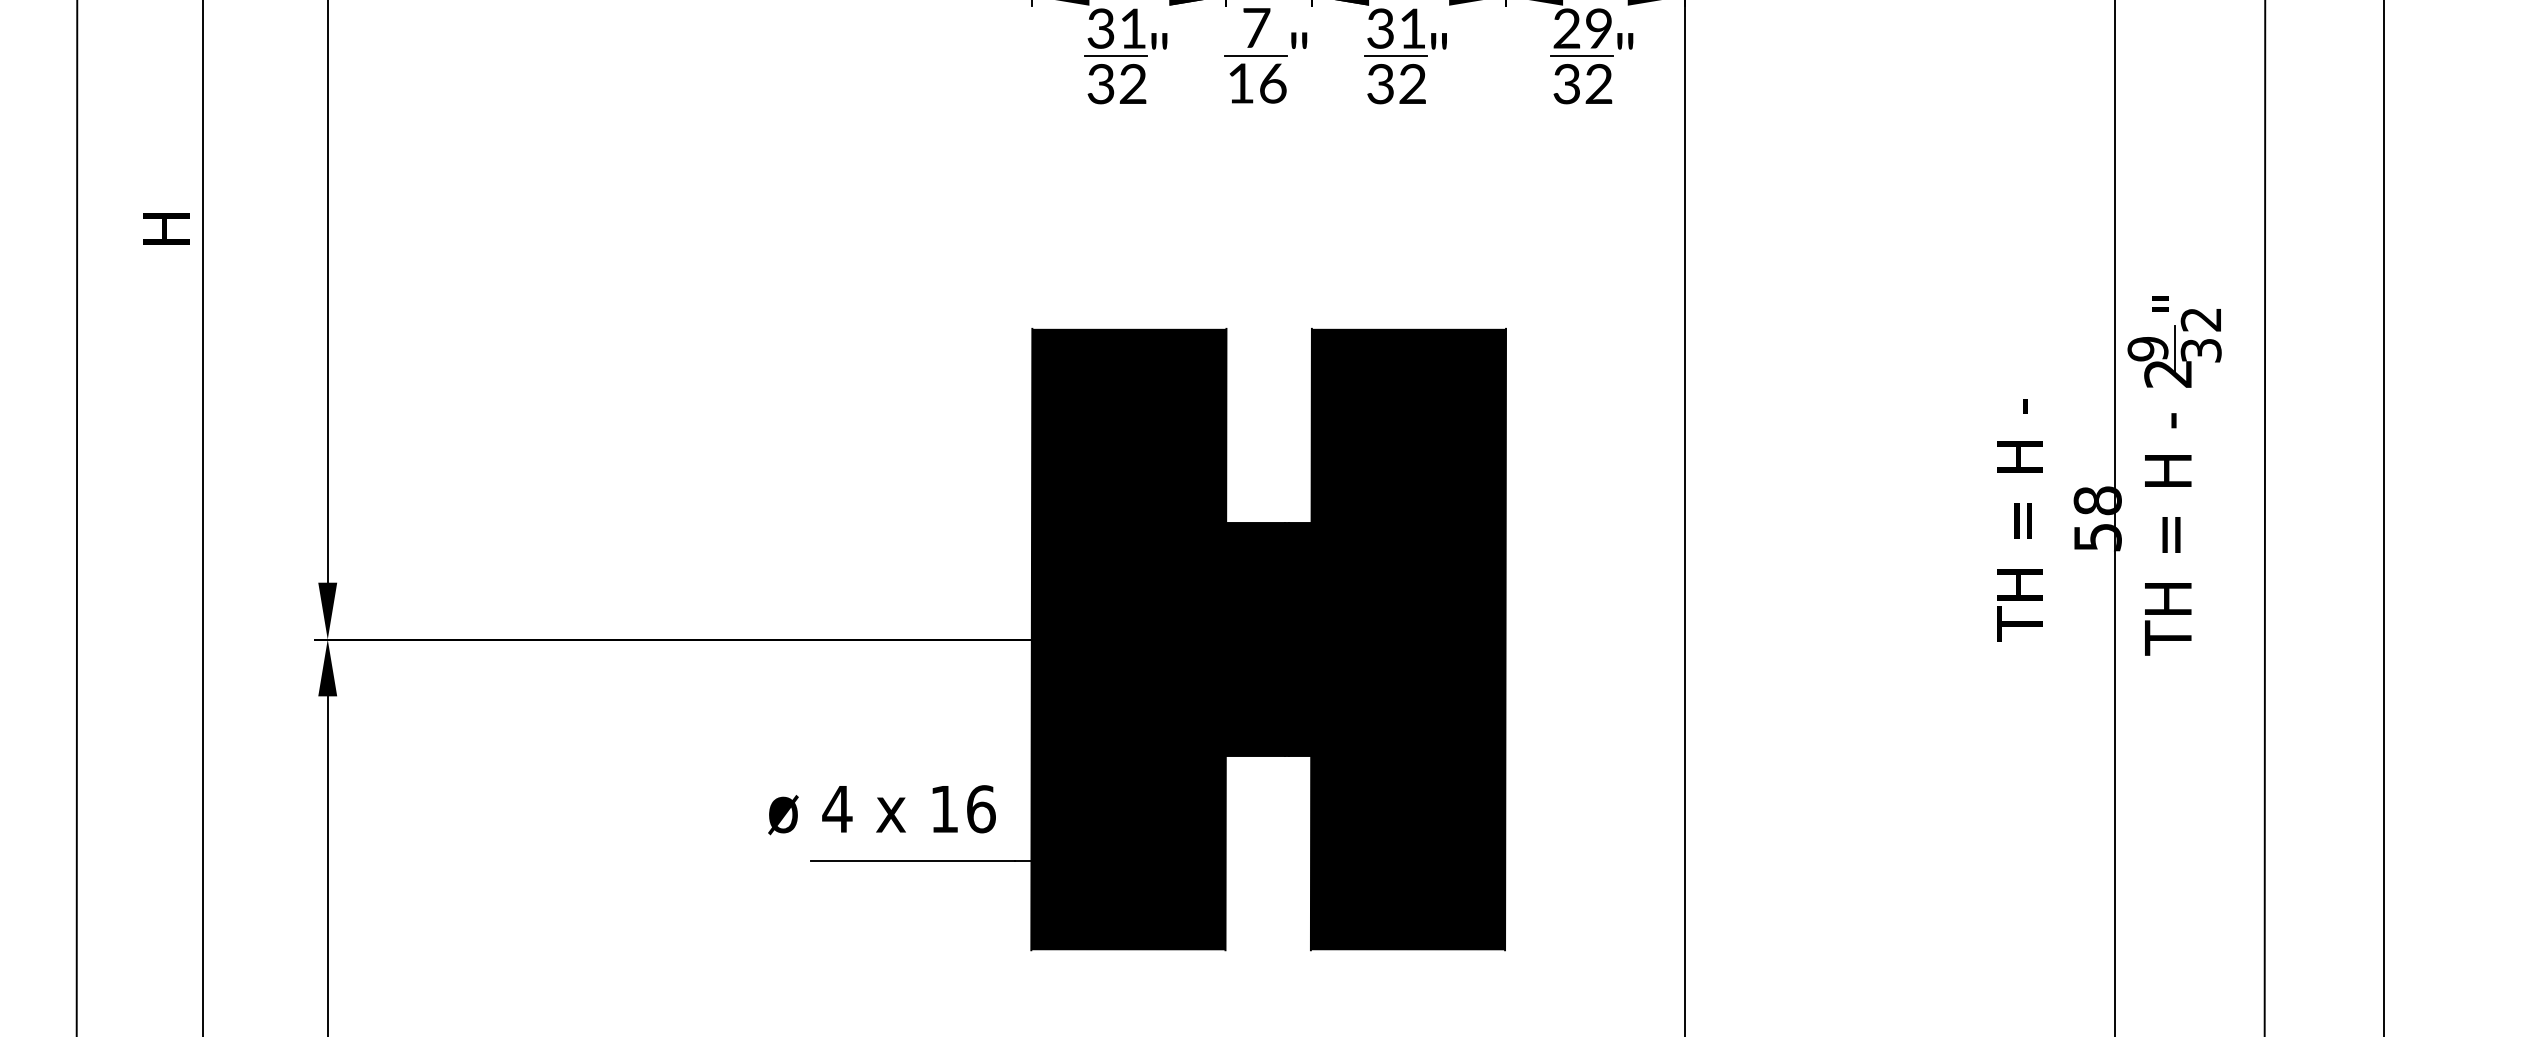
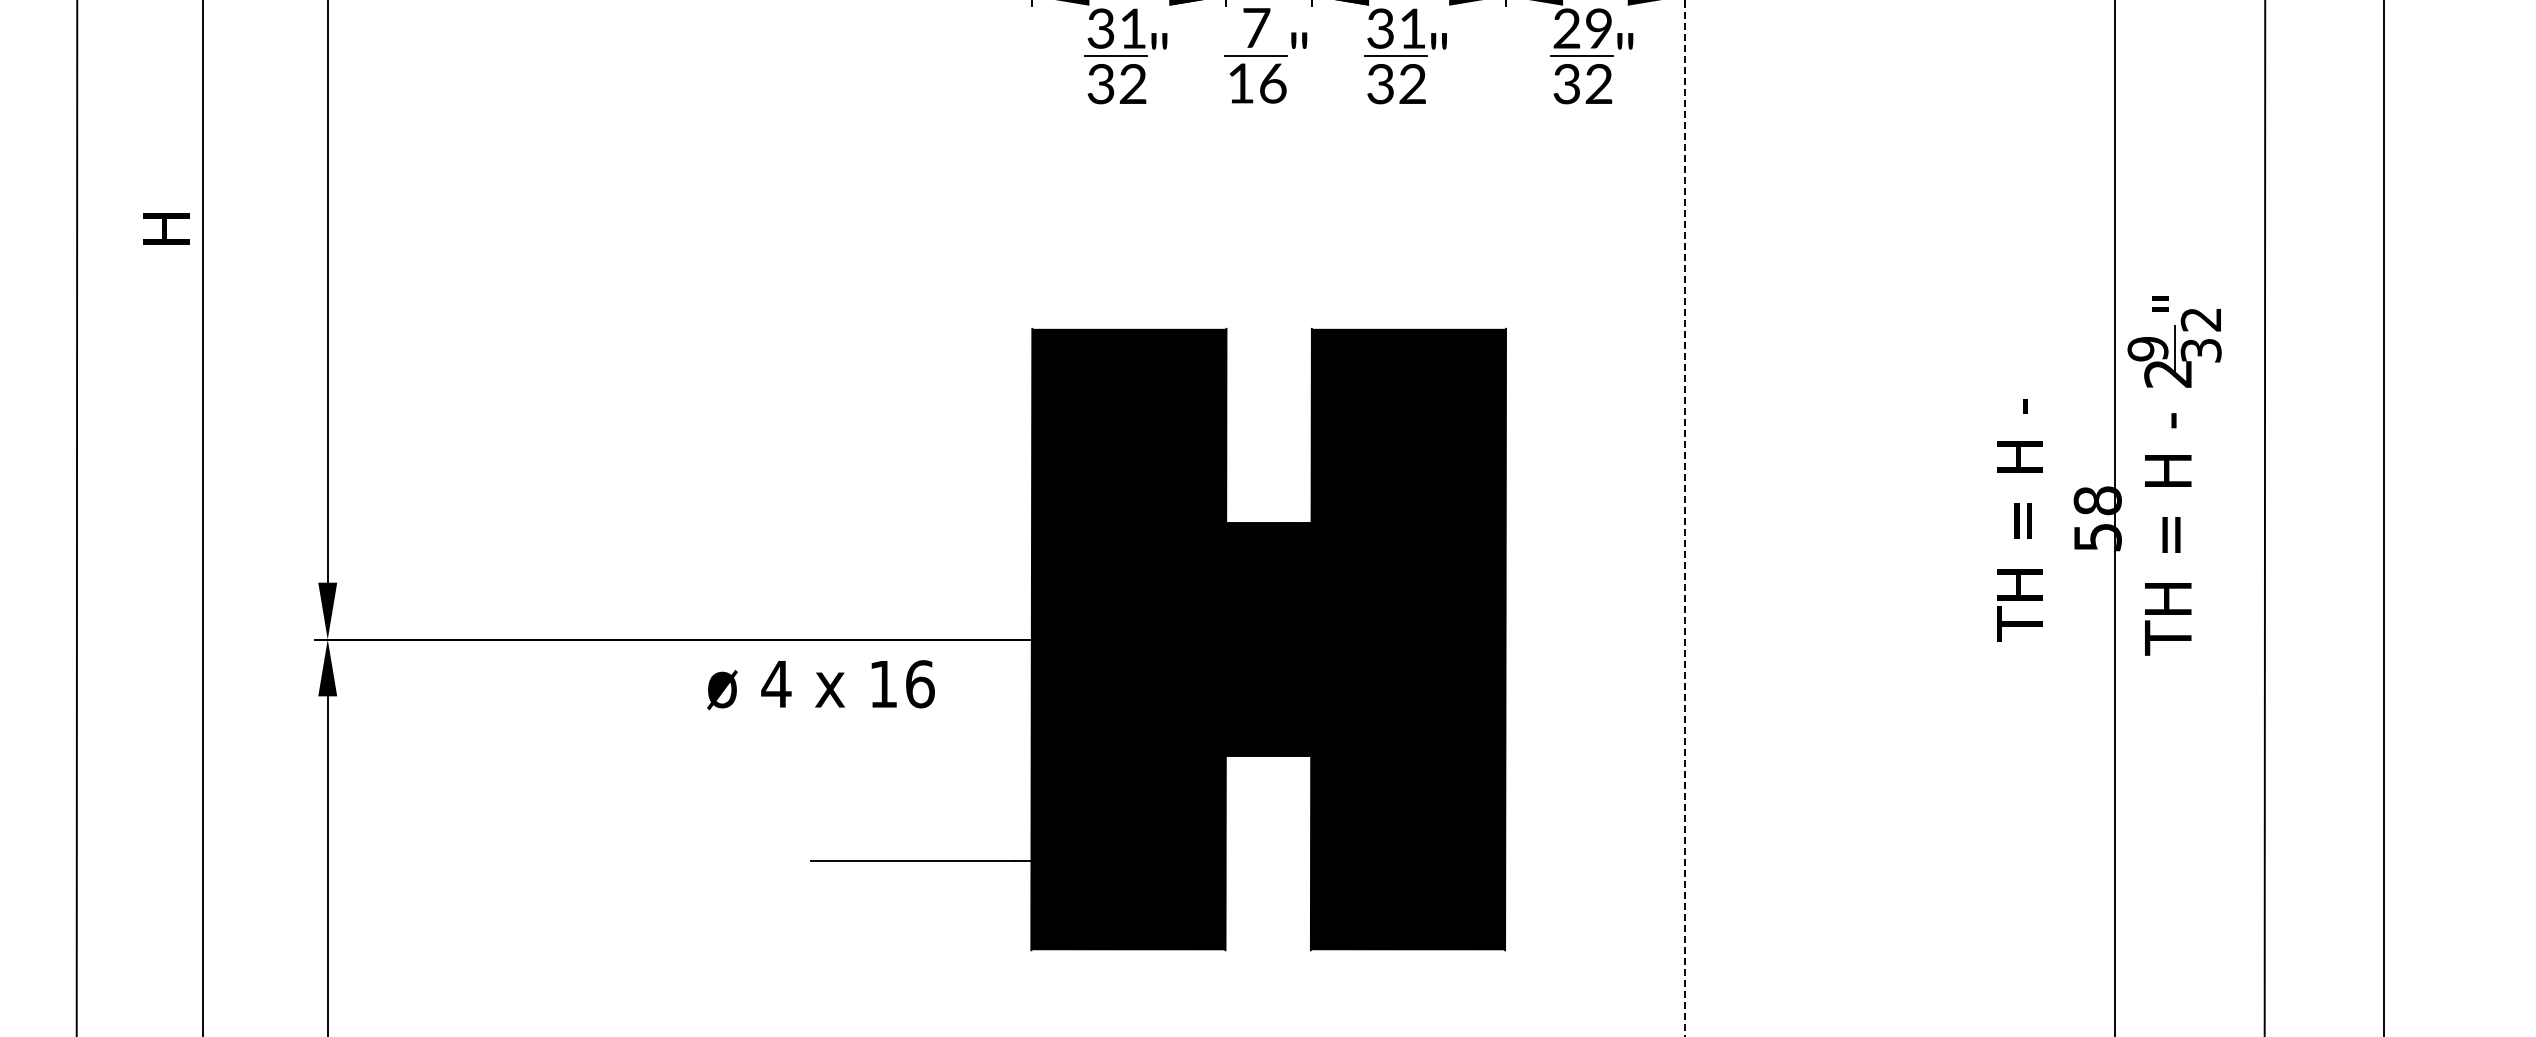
line at (1684, 518): solid -> dashed
text at (881, 810) position: (881, 810) -> (820, 685)
